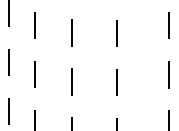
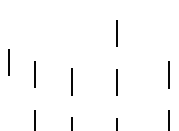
line at (8, 14): present -> none
line at (34, 25): present -> none
line at (168, 25): present -> none
line at (71, 32): present -> none
line at (8, 111): present -> none
